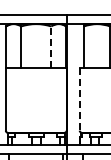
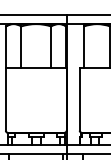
line at (51, 47): dashed -> solid
line at (79, 99): dashed -> solid
